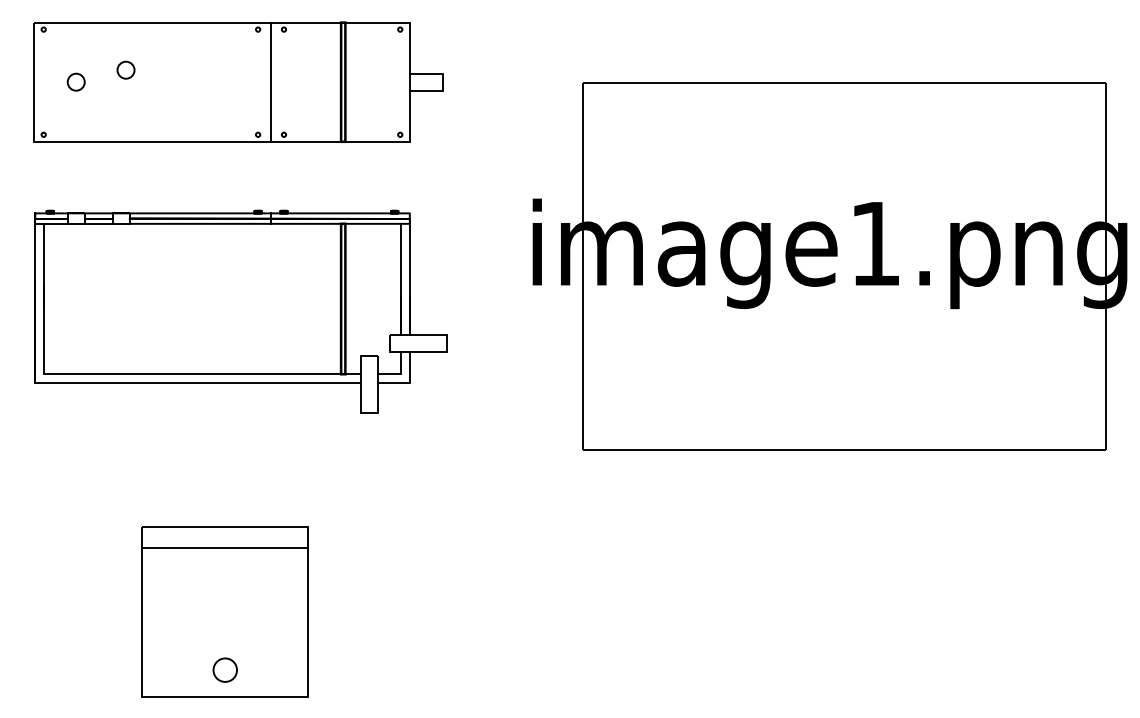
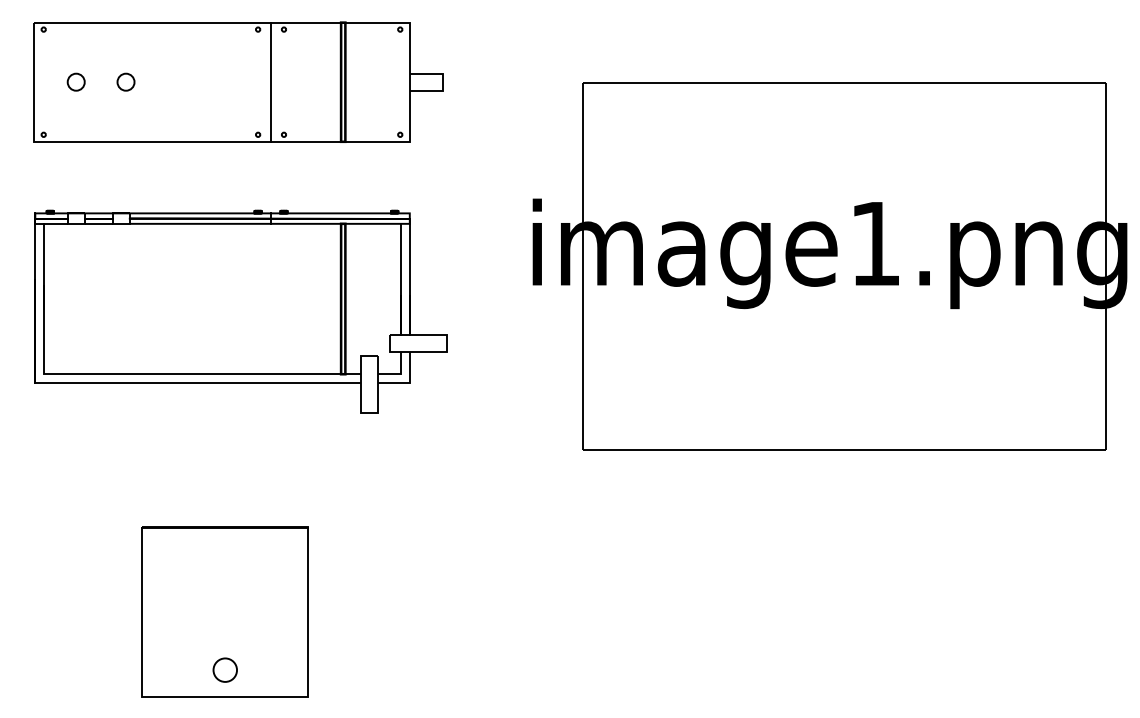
circle at (125, 69) position: (125, 69) -> (125, 81)
line at (225, 548) position: (225, 548) -> (225, 528)
